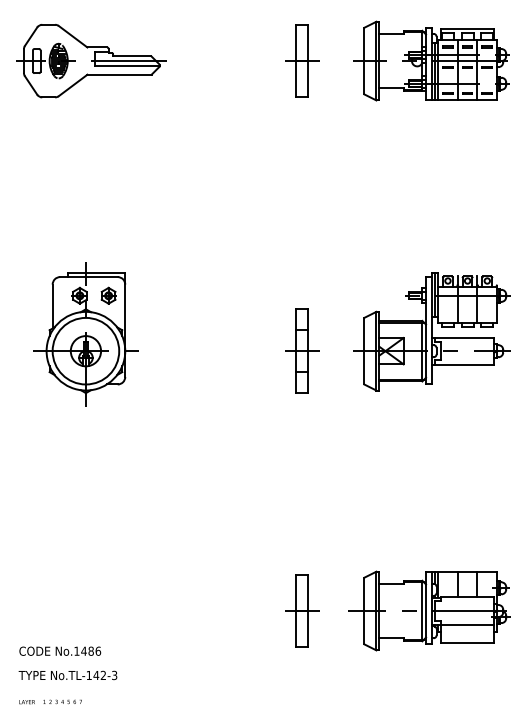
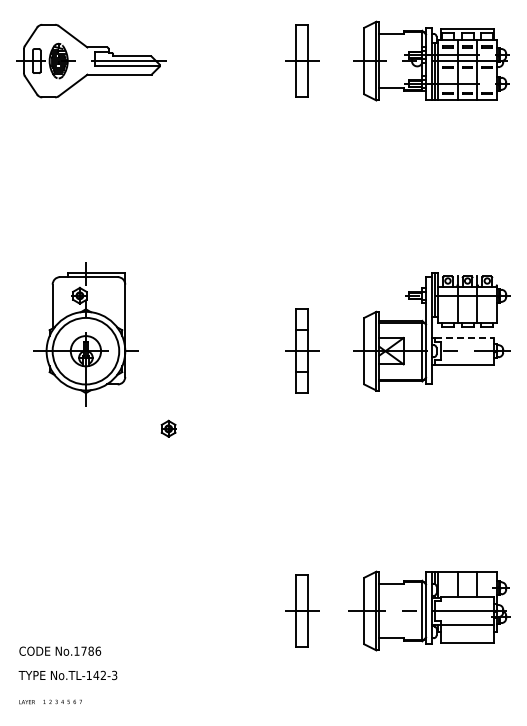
part at (108, 295) position: (108, 295) -> (168, 428)
line at (465, 337): solid -> dashed
text at (83, 650): No.1486 -> No.1786
